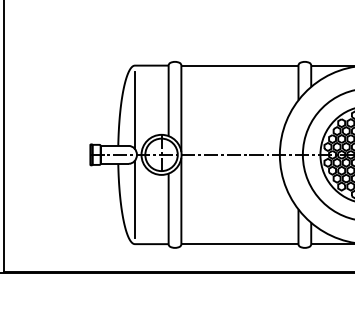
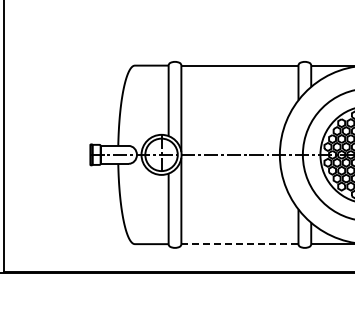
line at (134, 109): present -> none
line at (134, 199): present -> none
line at (239, 244): solid -> dashed
